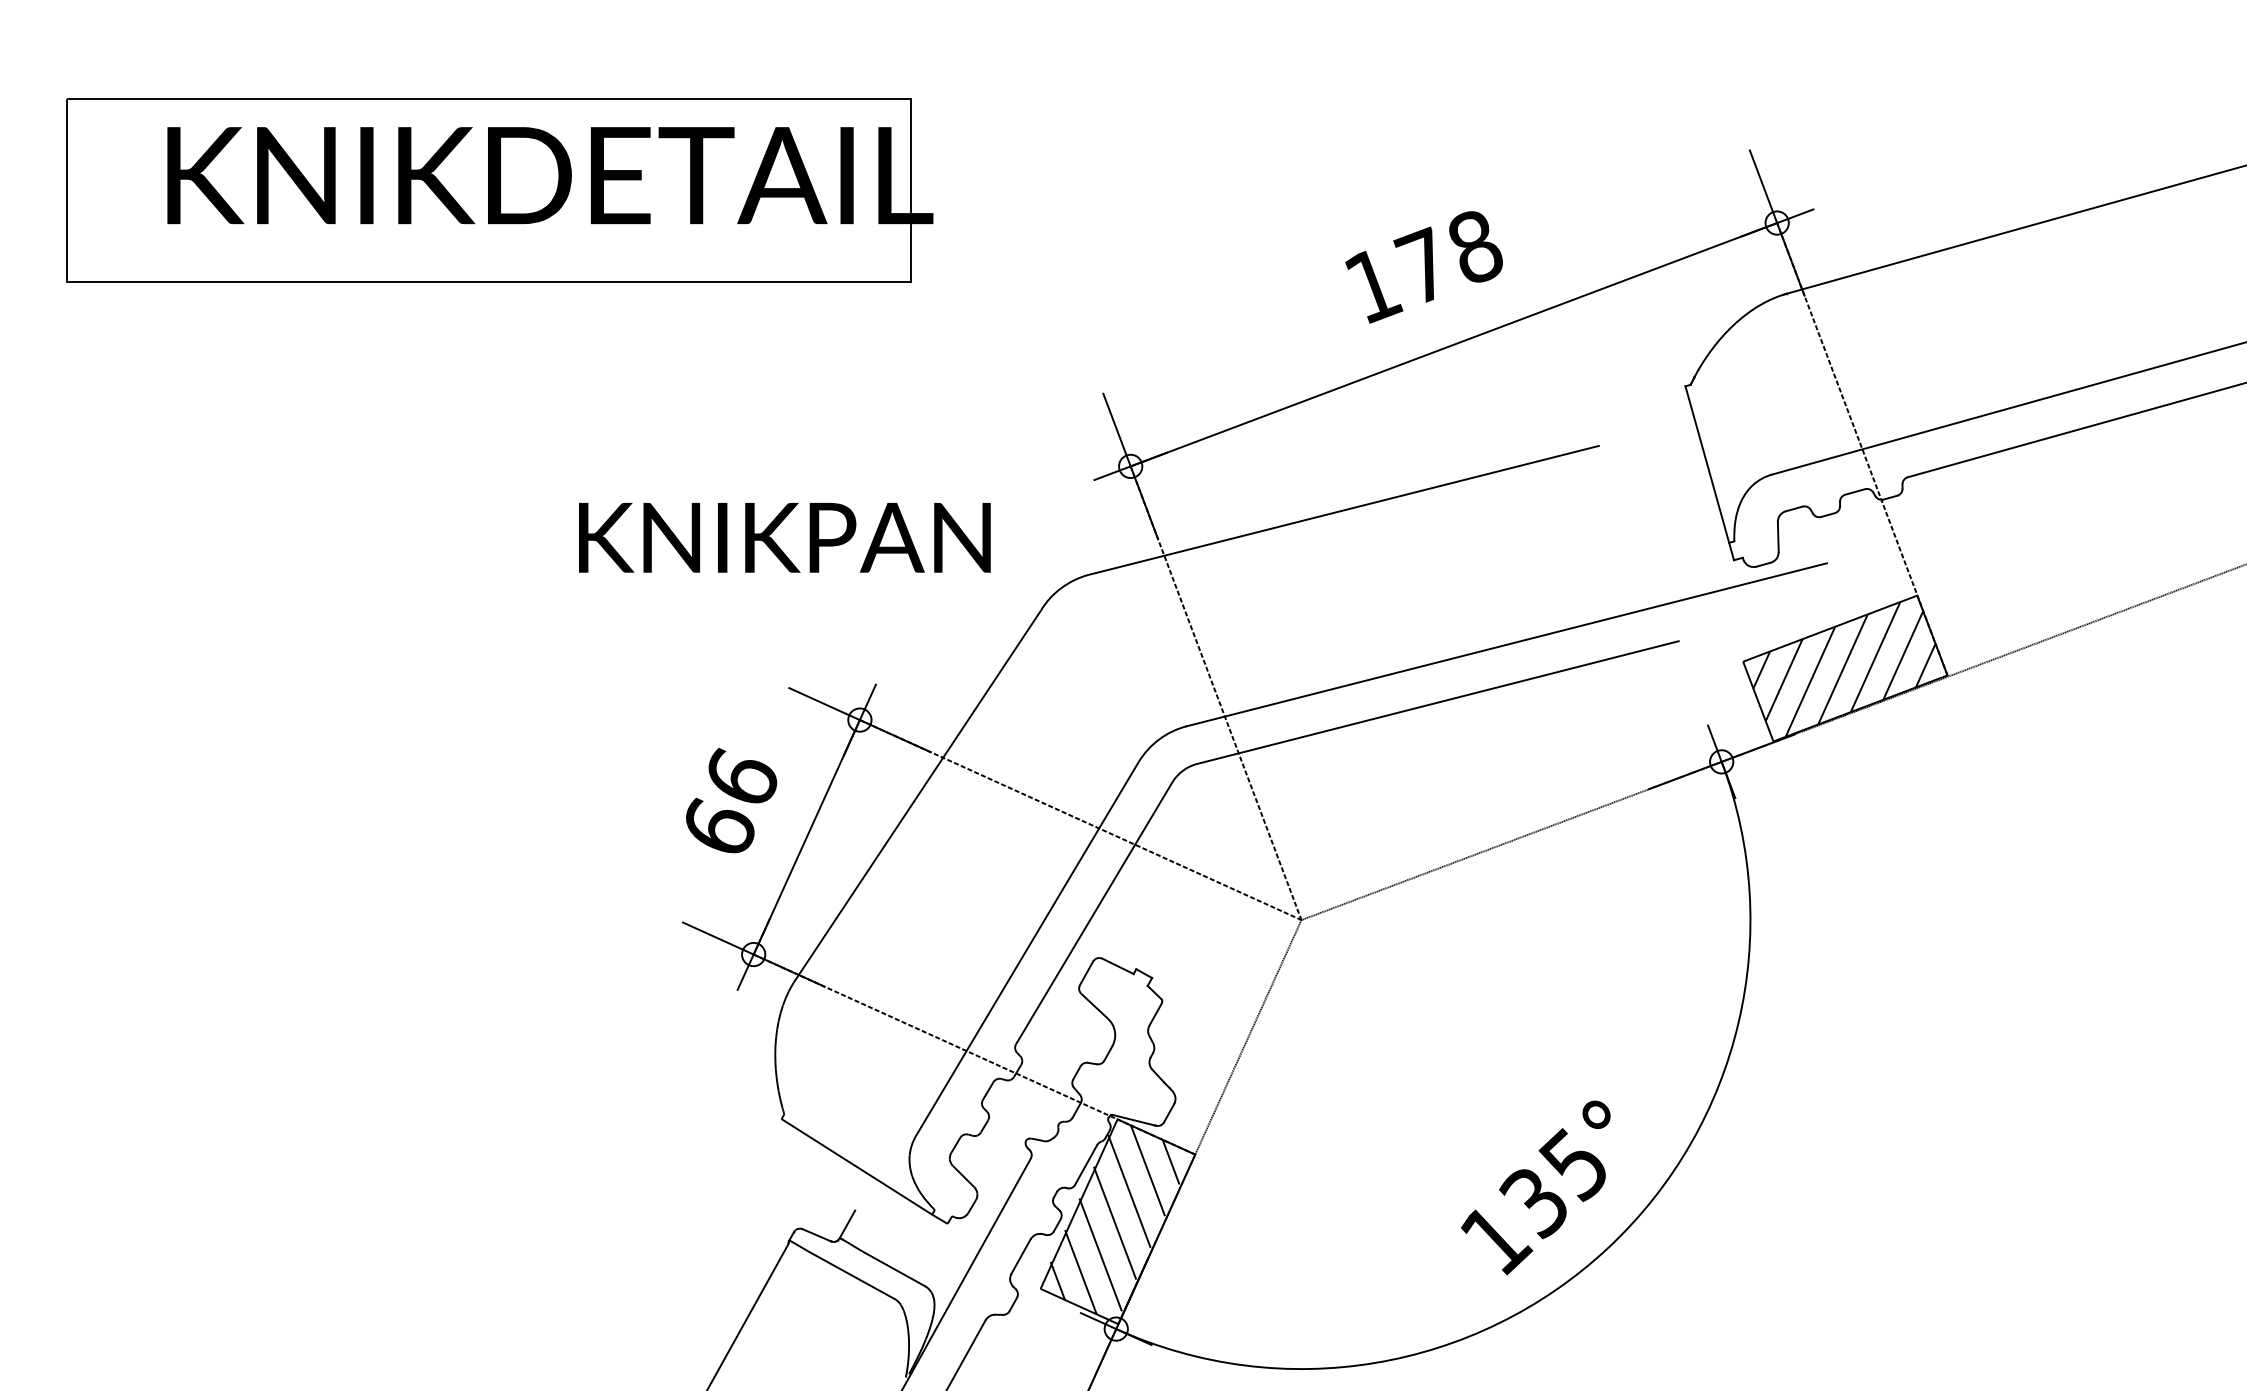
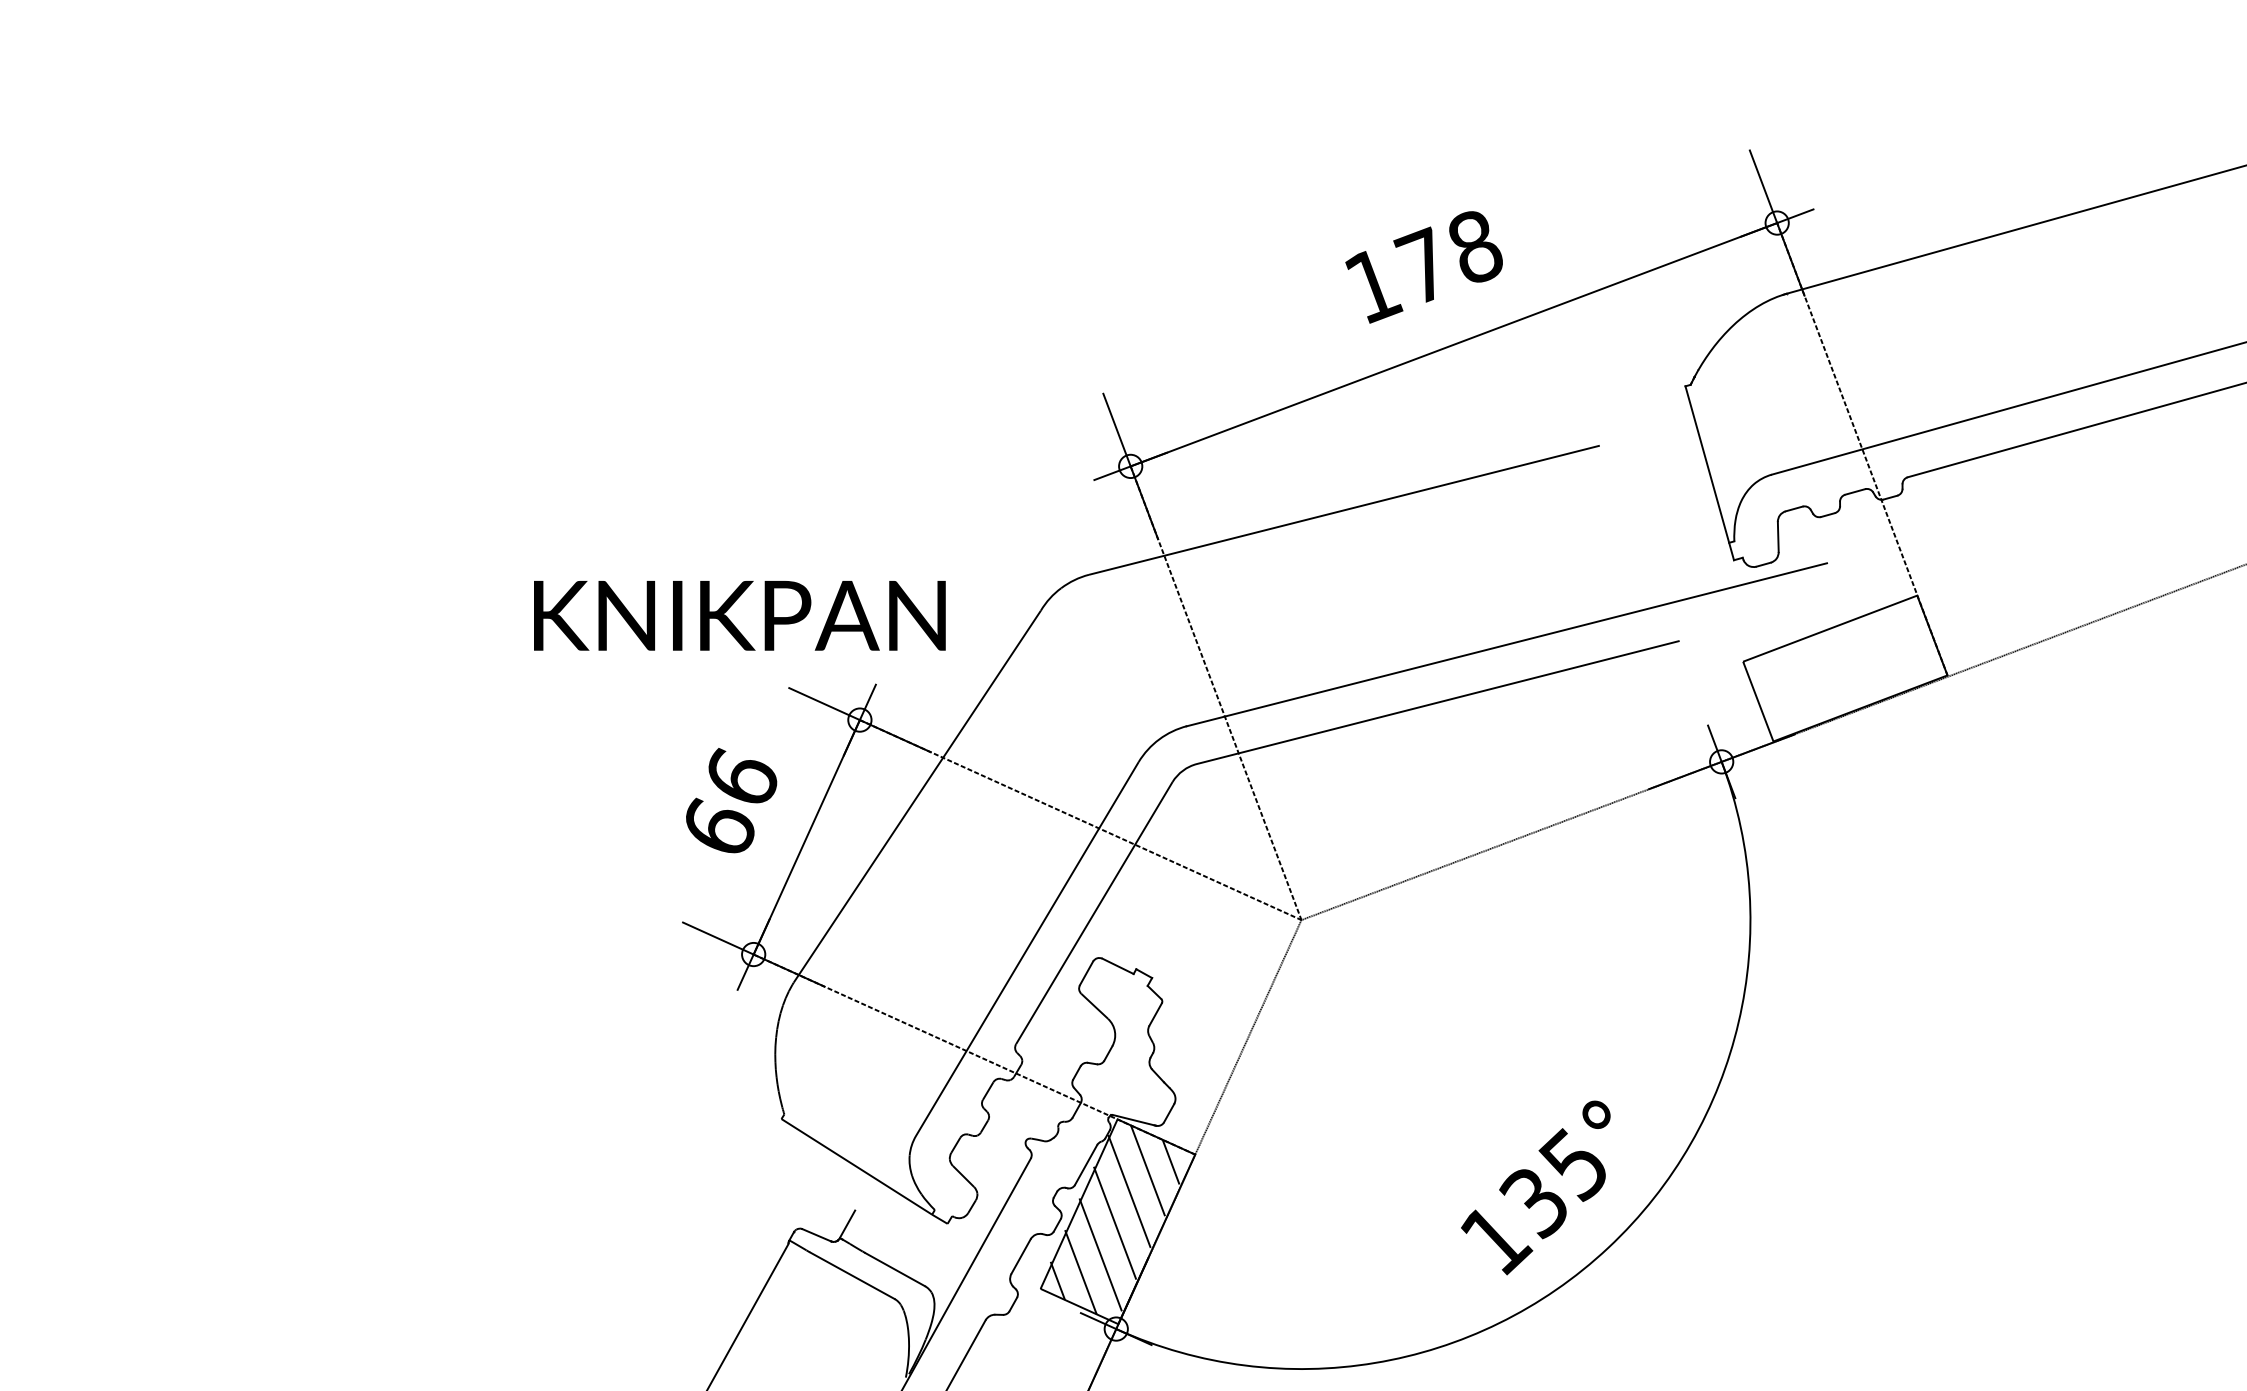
part at (499, 190): present -> none
text at (784, 537) position: (784, 537) -> (739, 615)
hatch at (1844, 669): present -> none
